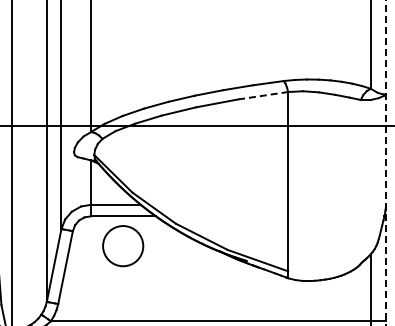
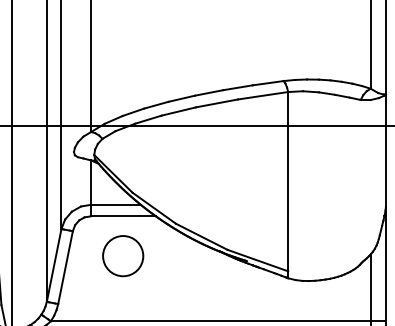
line at (263, 95): dashed -> solid
line at (385, 162): dashed -> solid
circle at (123, 246) position: (123, 246) -> (123, 256)
